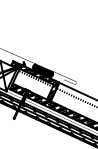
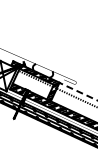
fill at (42, 70): present -> none
line at (78, 91): solid -> dashed
